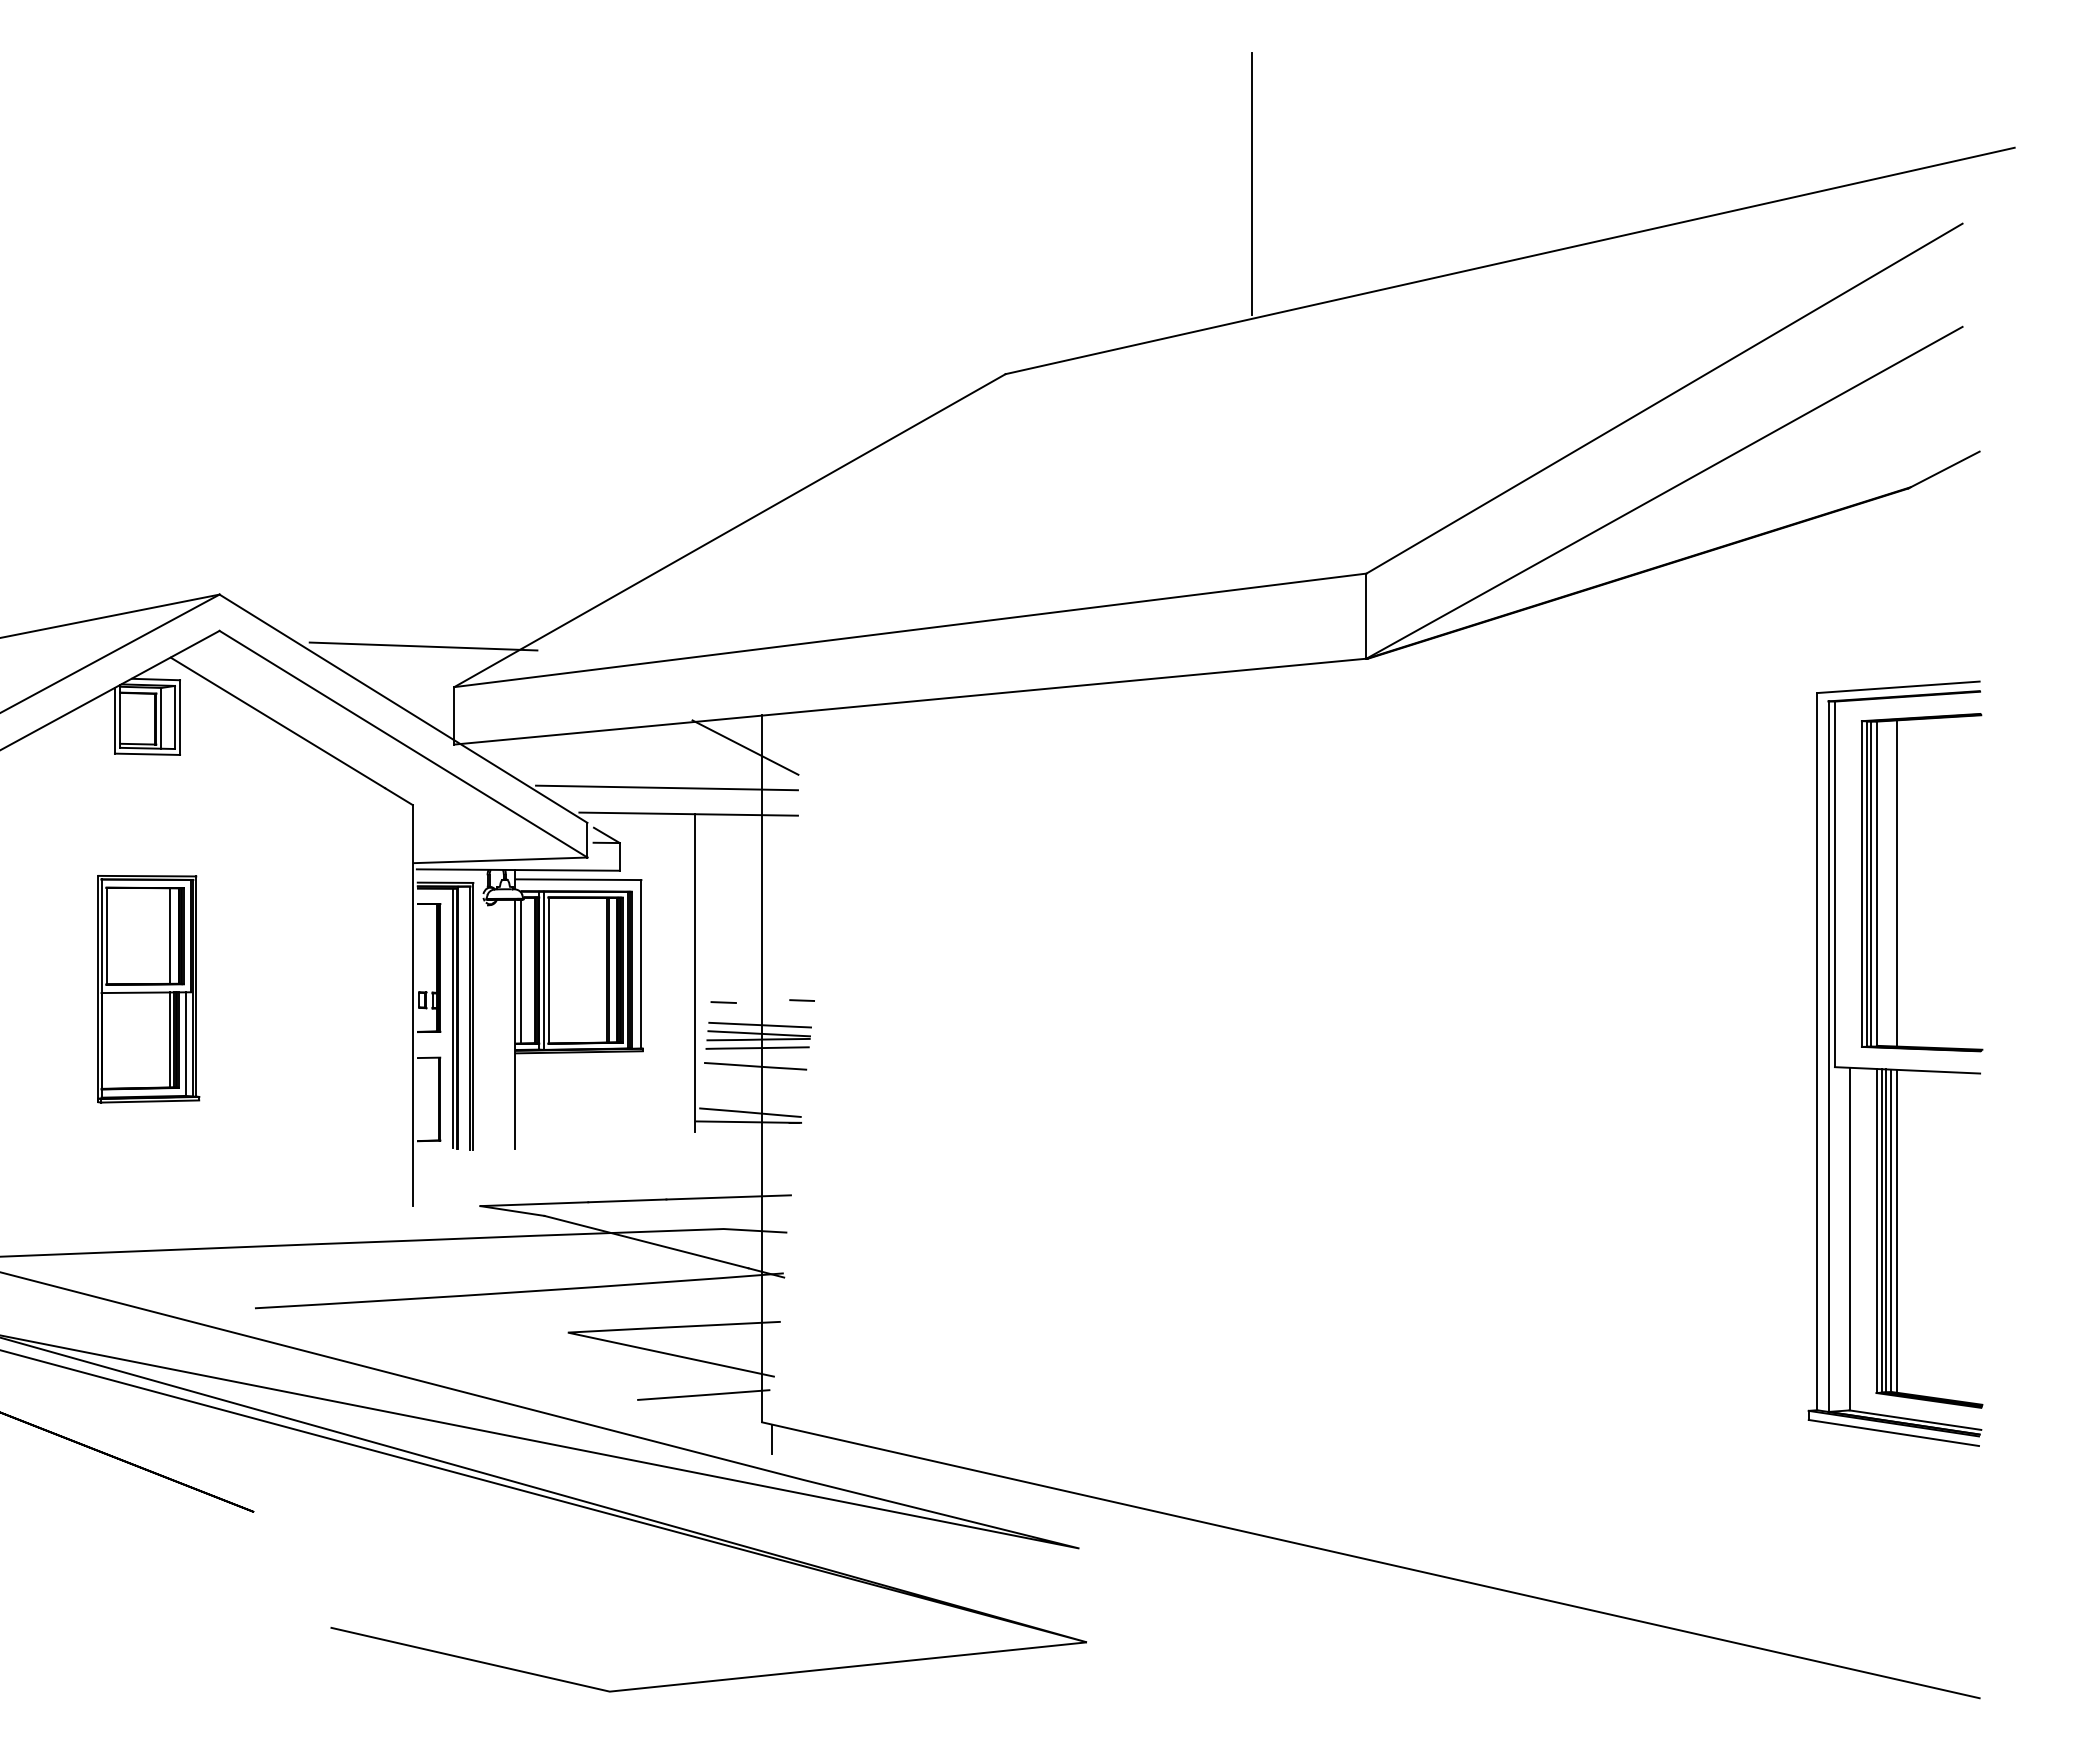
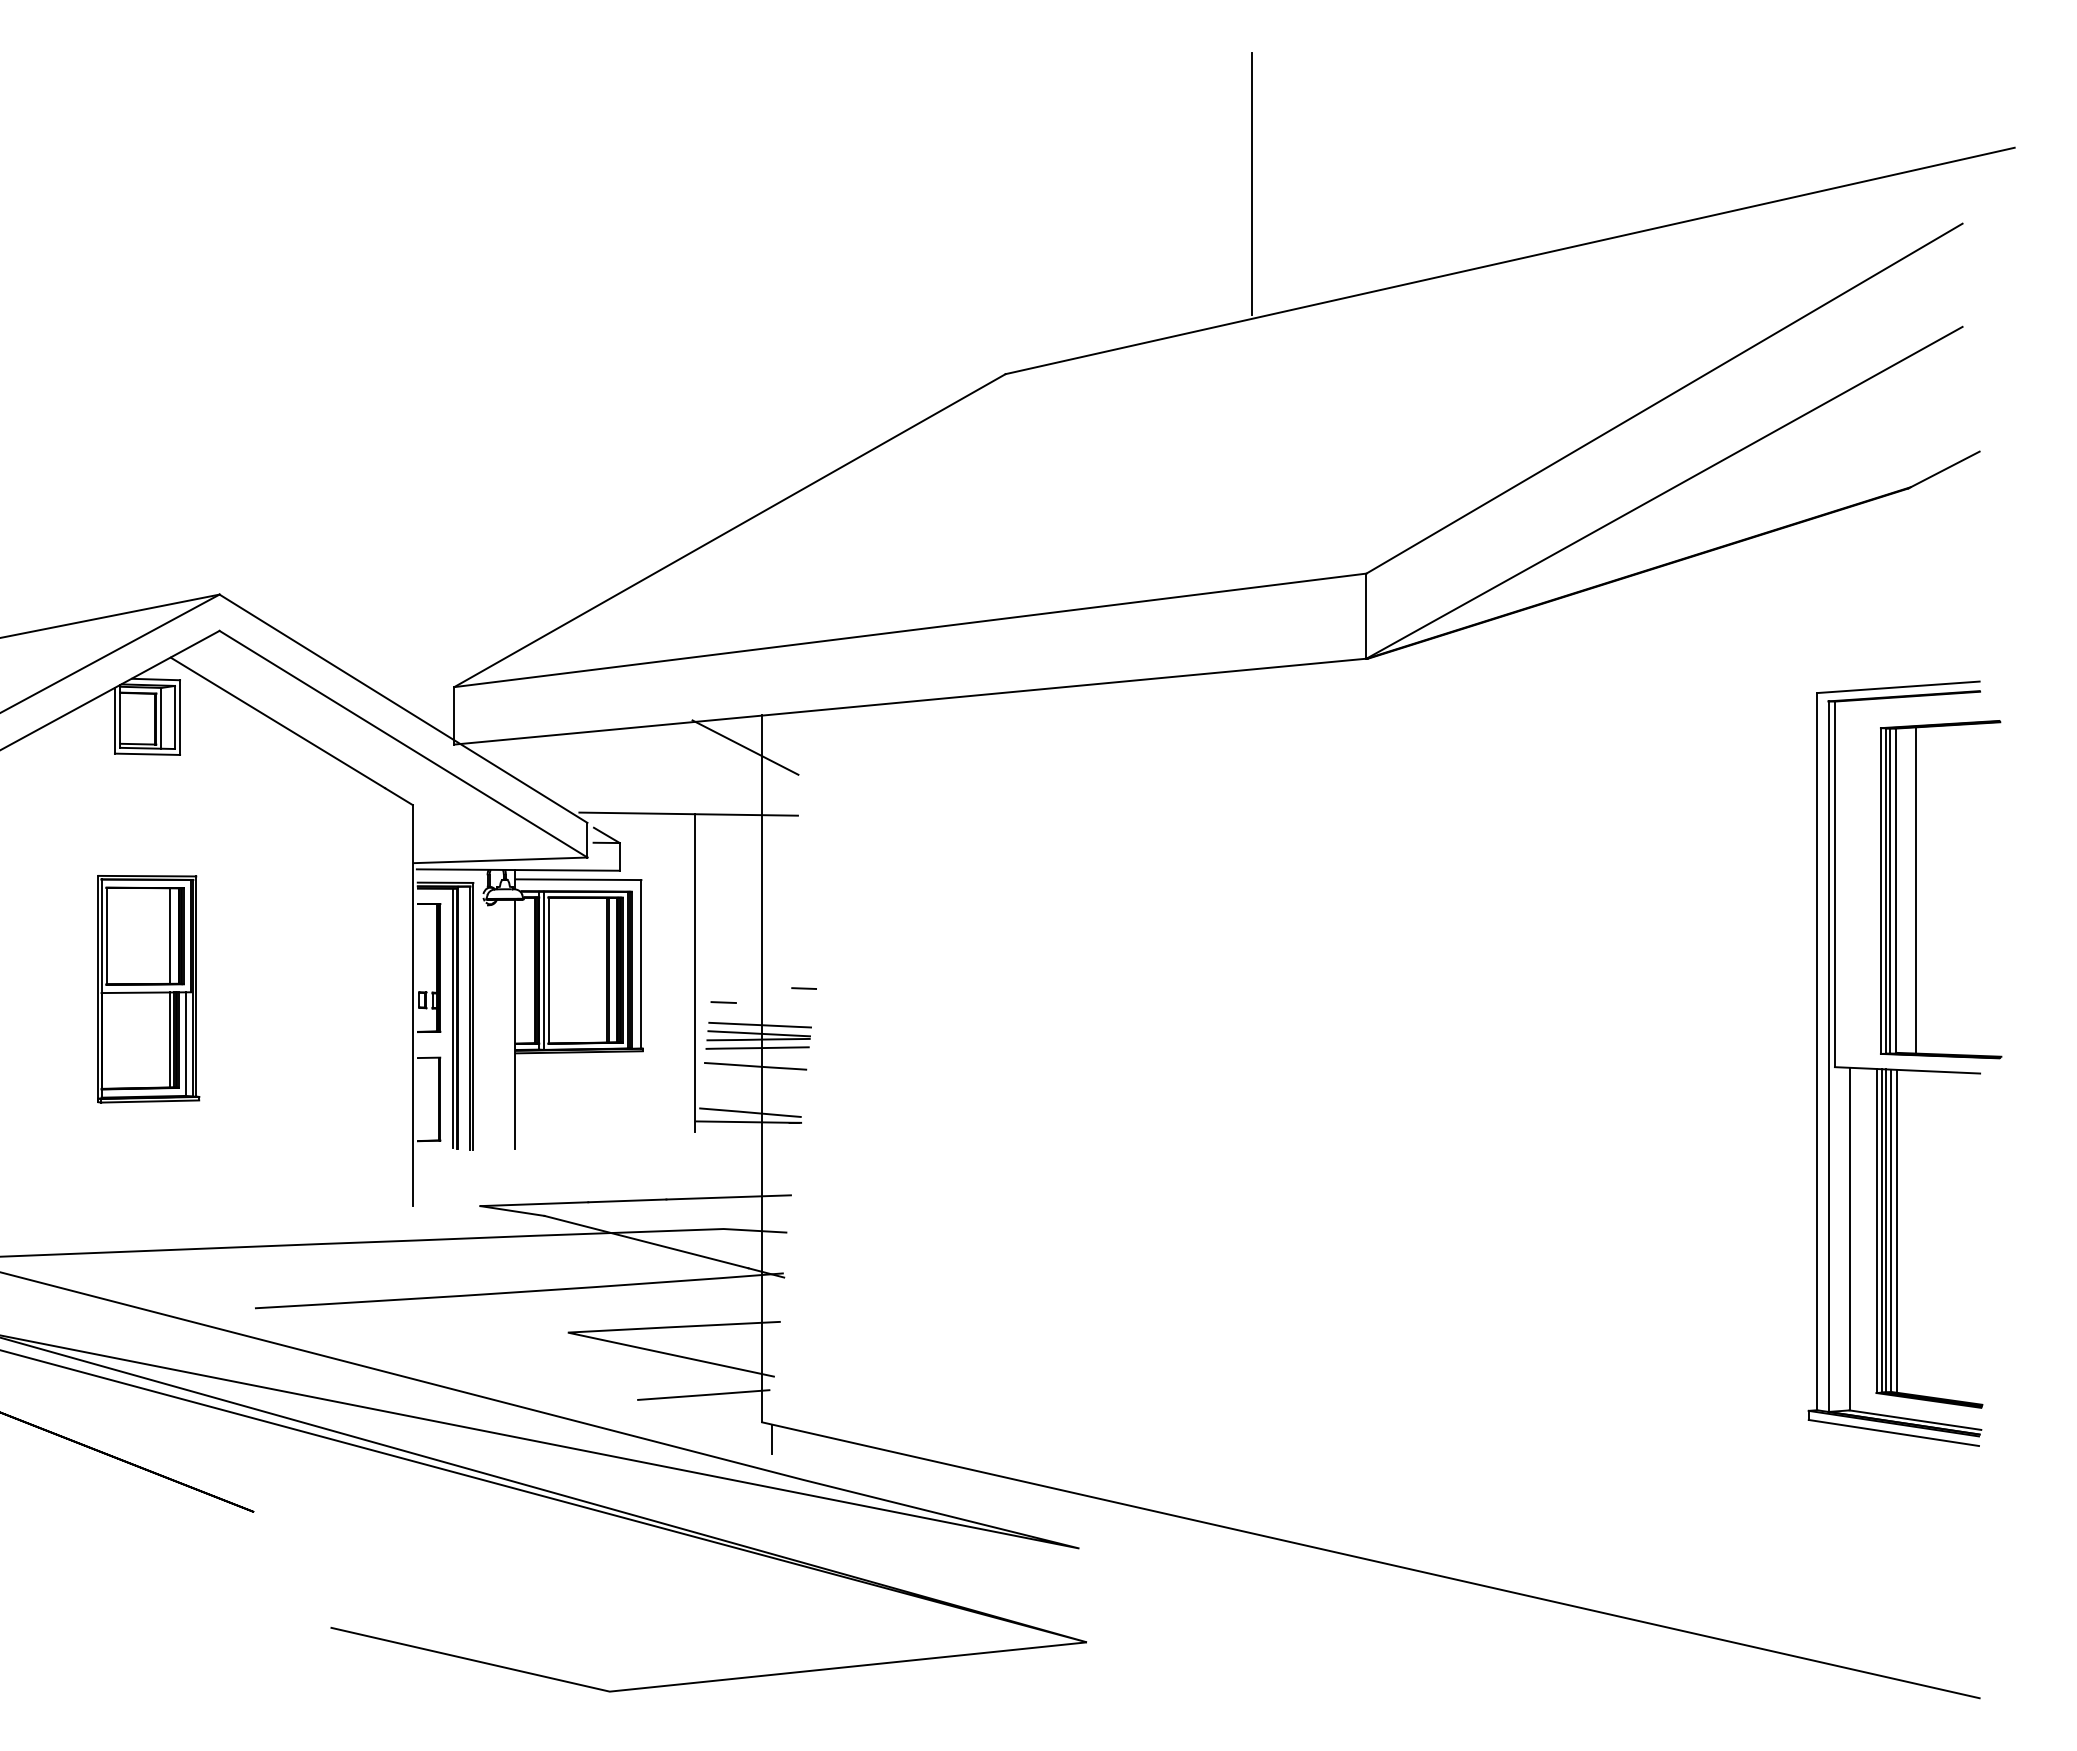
line at (423, 646): present -> none
line at (666, 787): present -> none
part at (1897, 882) position: (1897, 882) -> (1916, 889)
line at (520, 971): present -> none
line at (801, 1000) position: (801, 1000) -> (803, 988)
